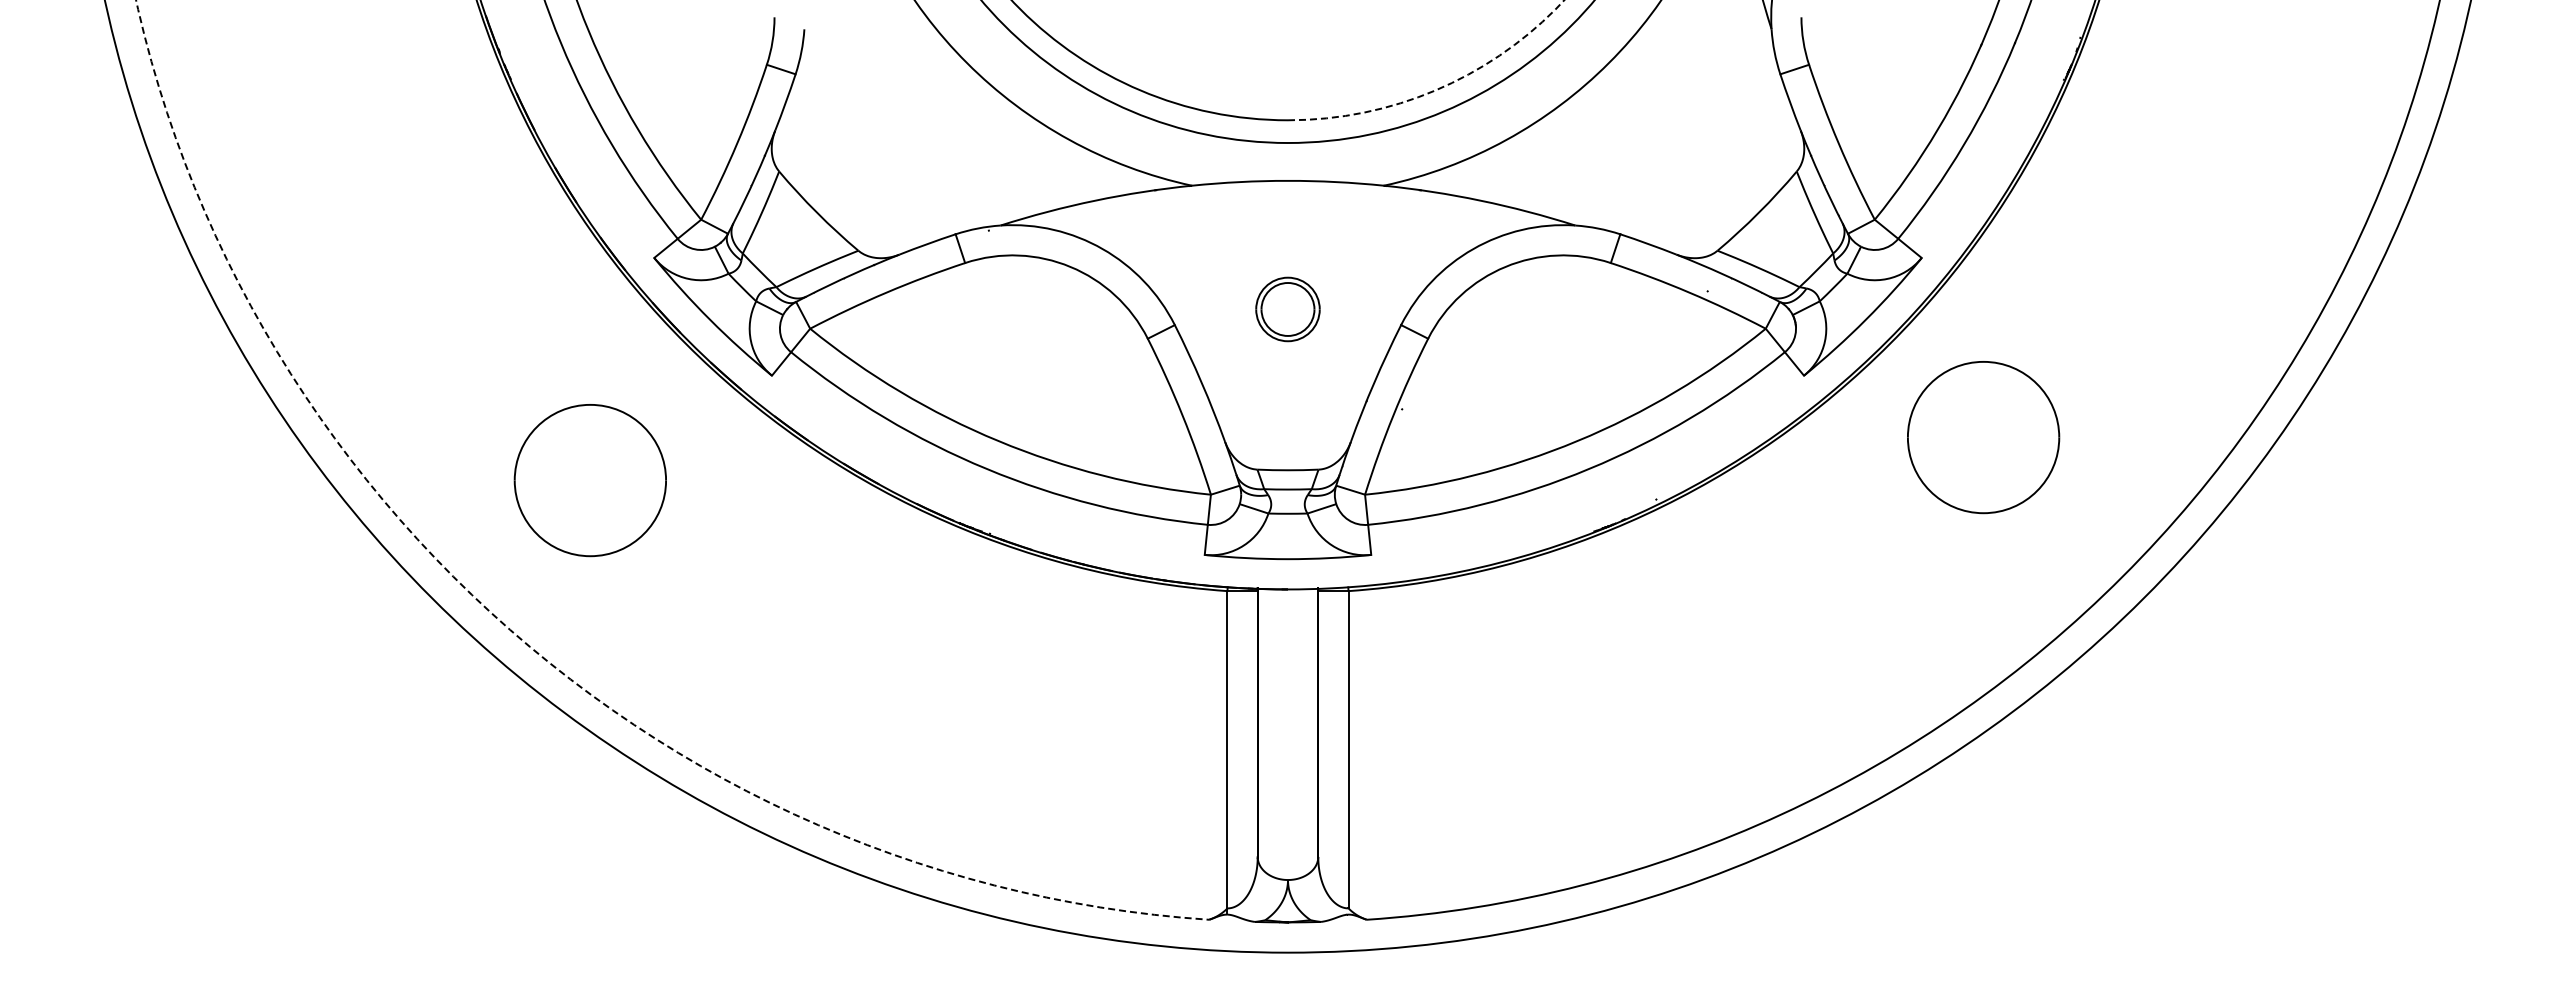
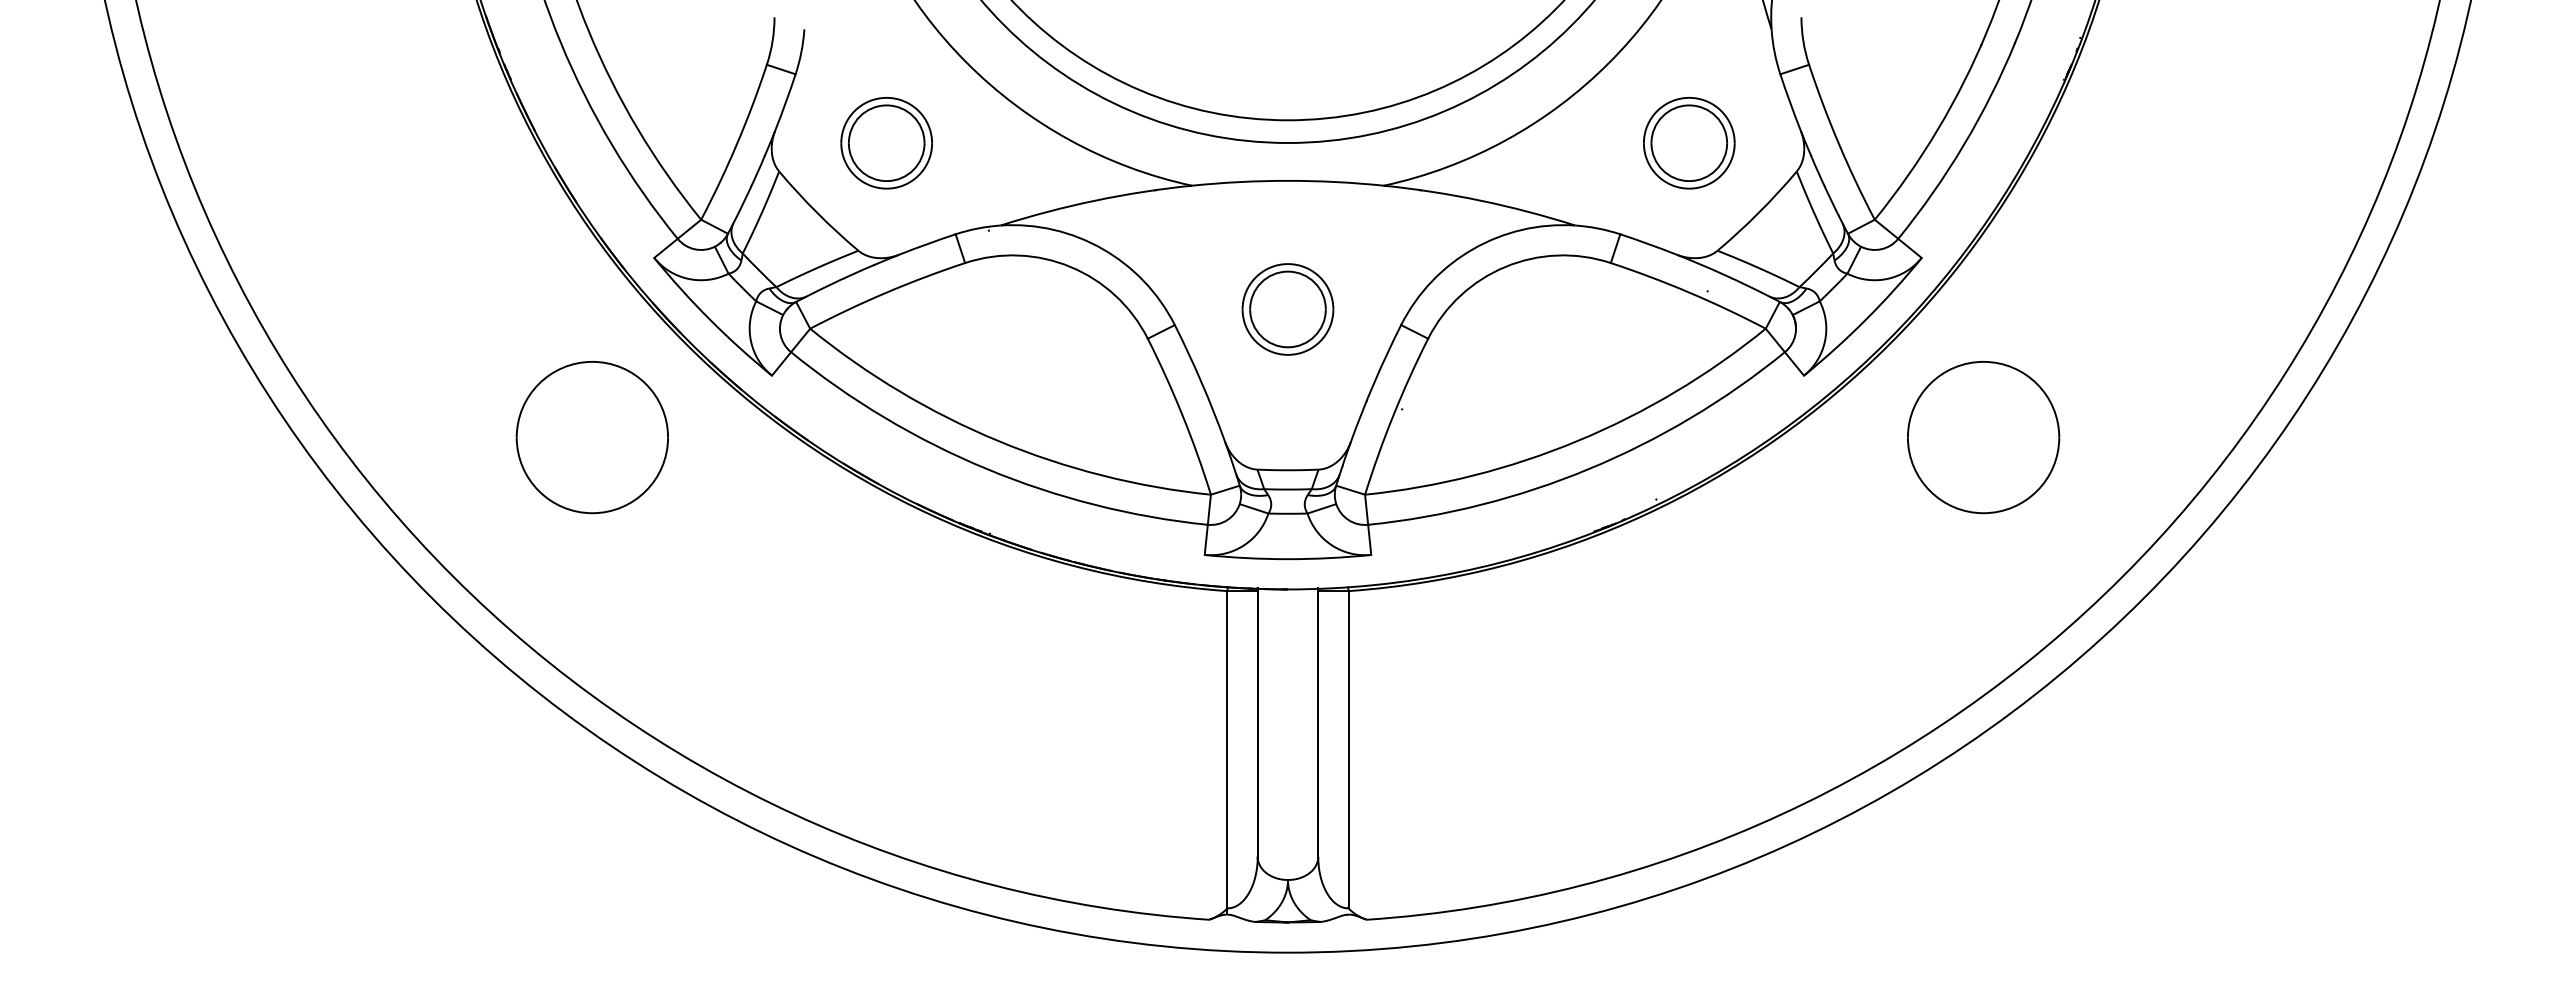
arc at (1439, 88): dashed -> solid
part at (886, 143): none -> present
part at (1689, 143): none -> present
part at (1287, 309) size: 66x67 px -> 94x93 px
part at (589, 480) position: (589, 480) -> (591, 437)
arc at (519, 638): dashed -> solid
